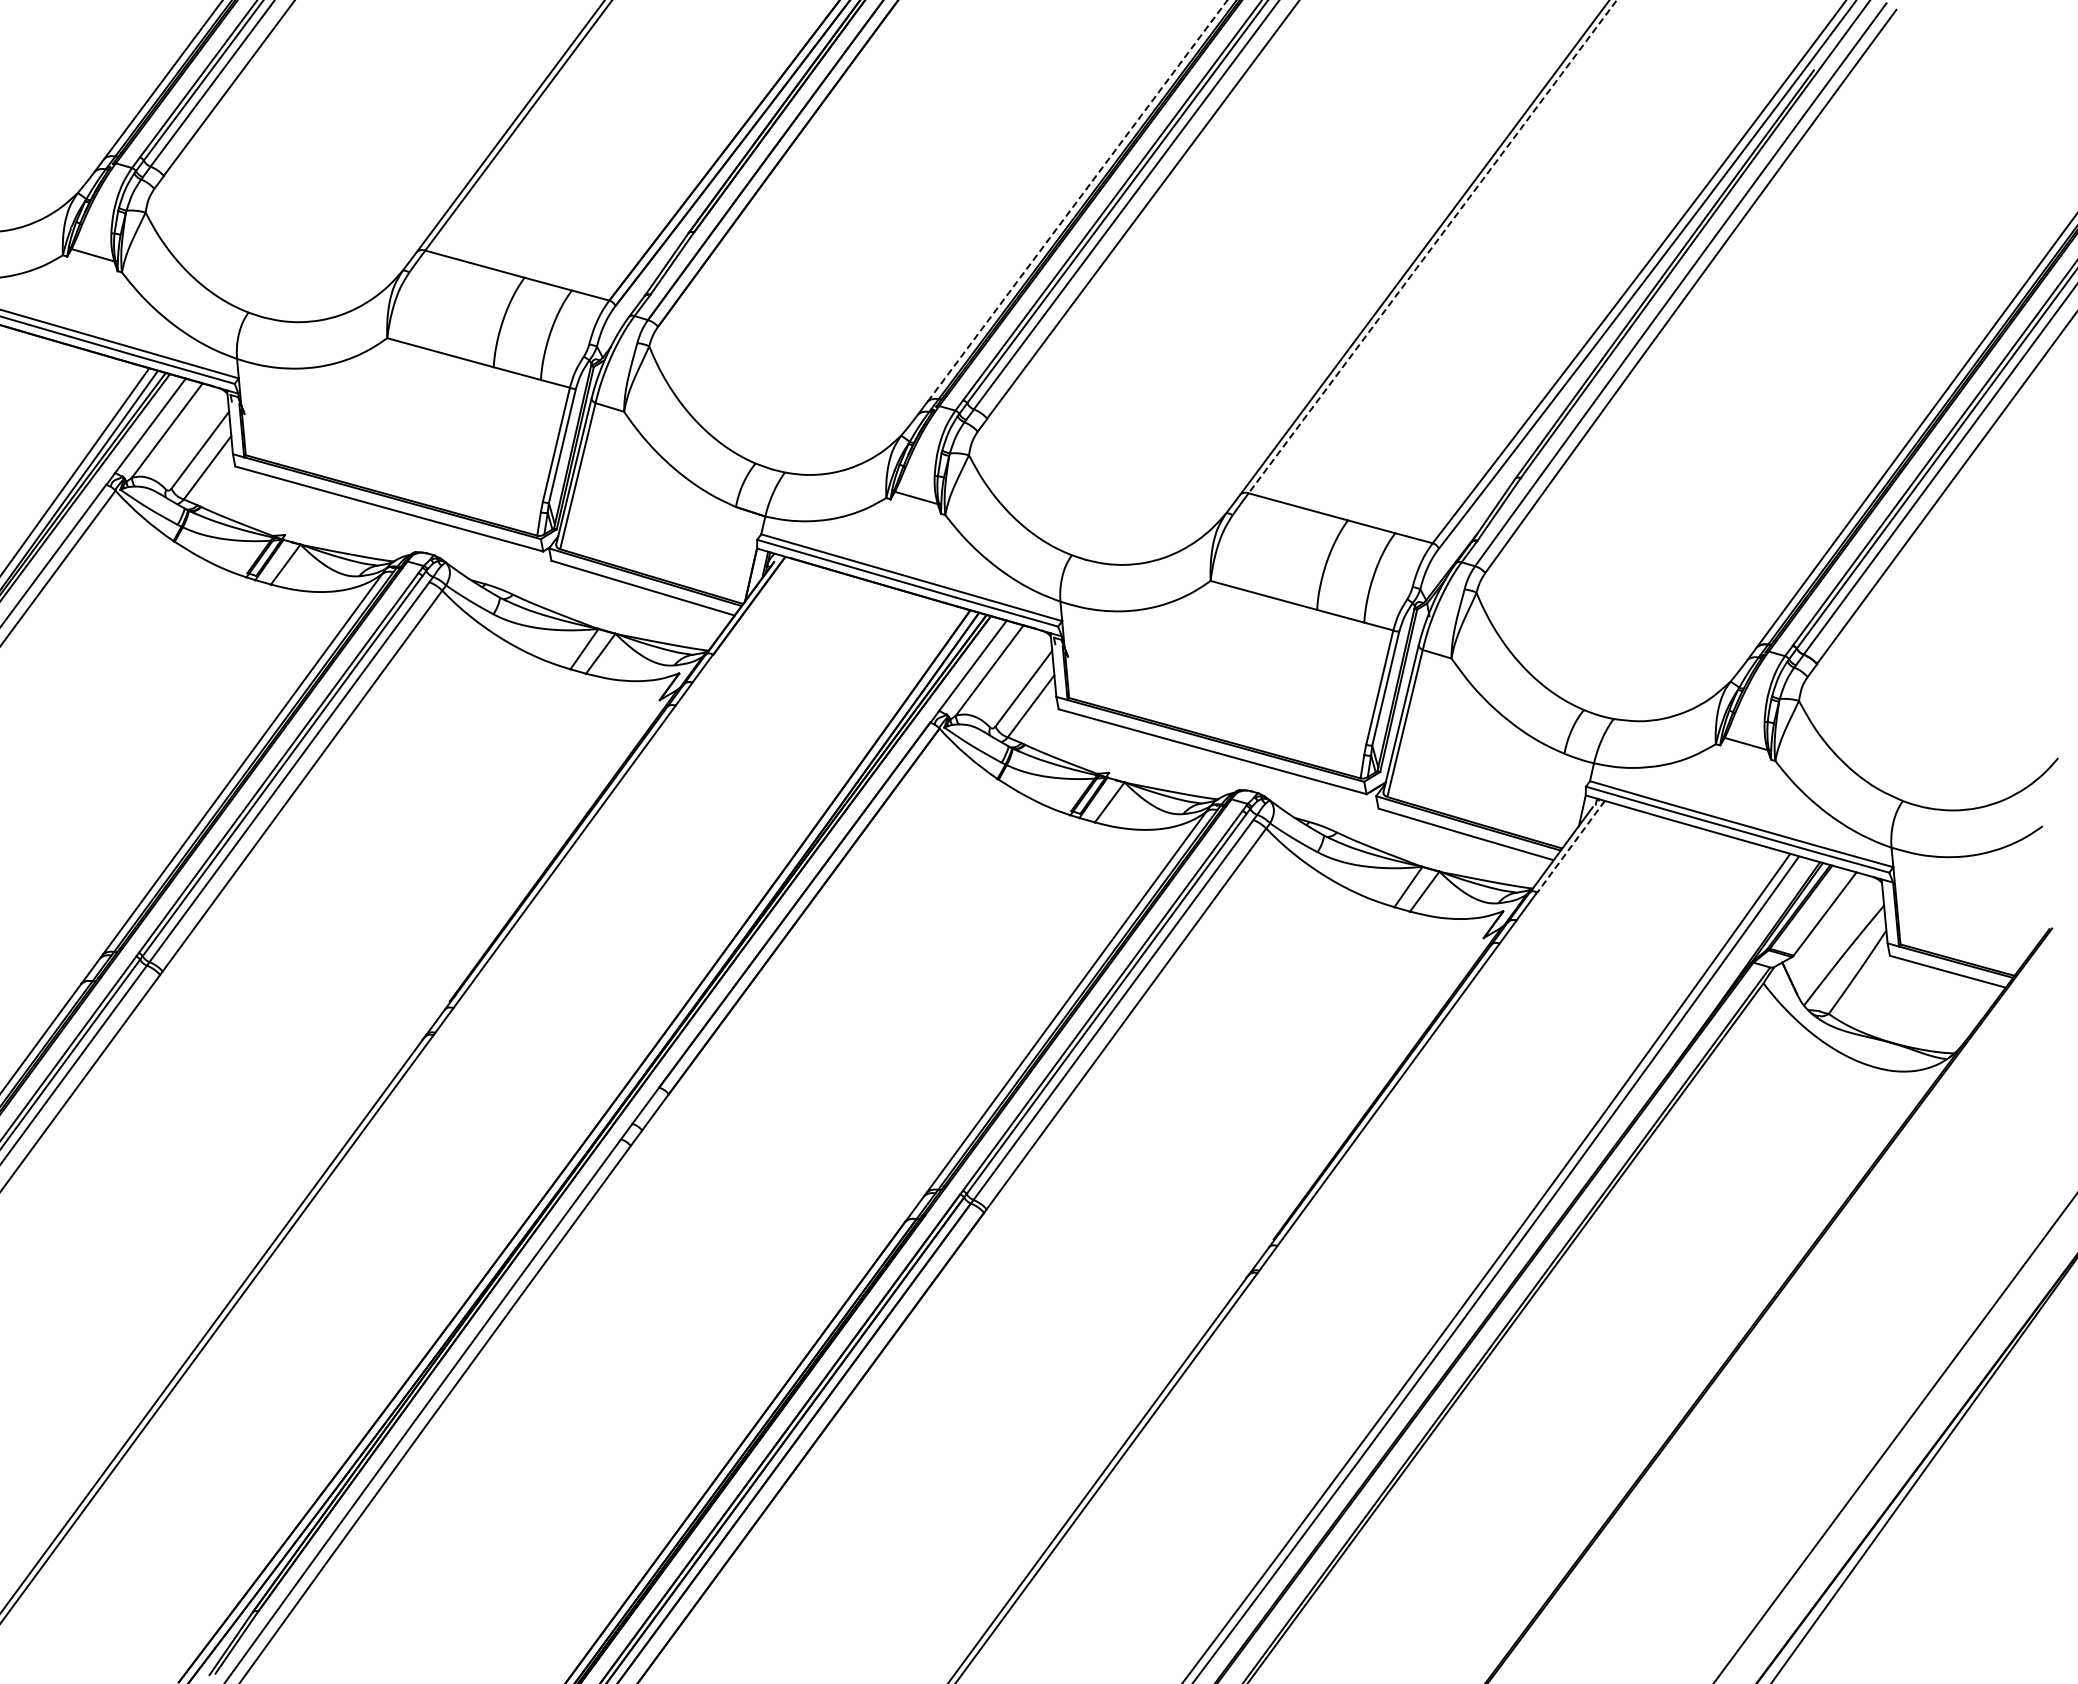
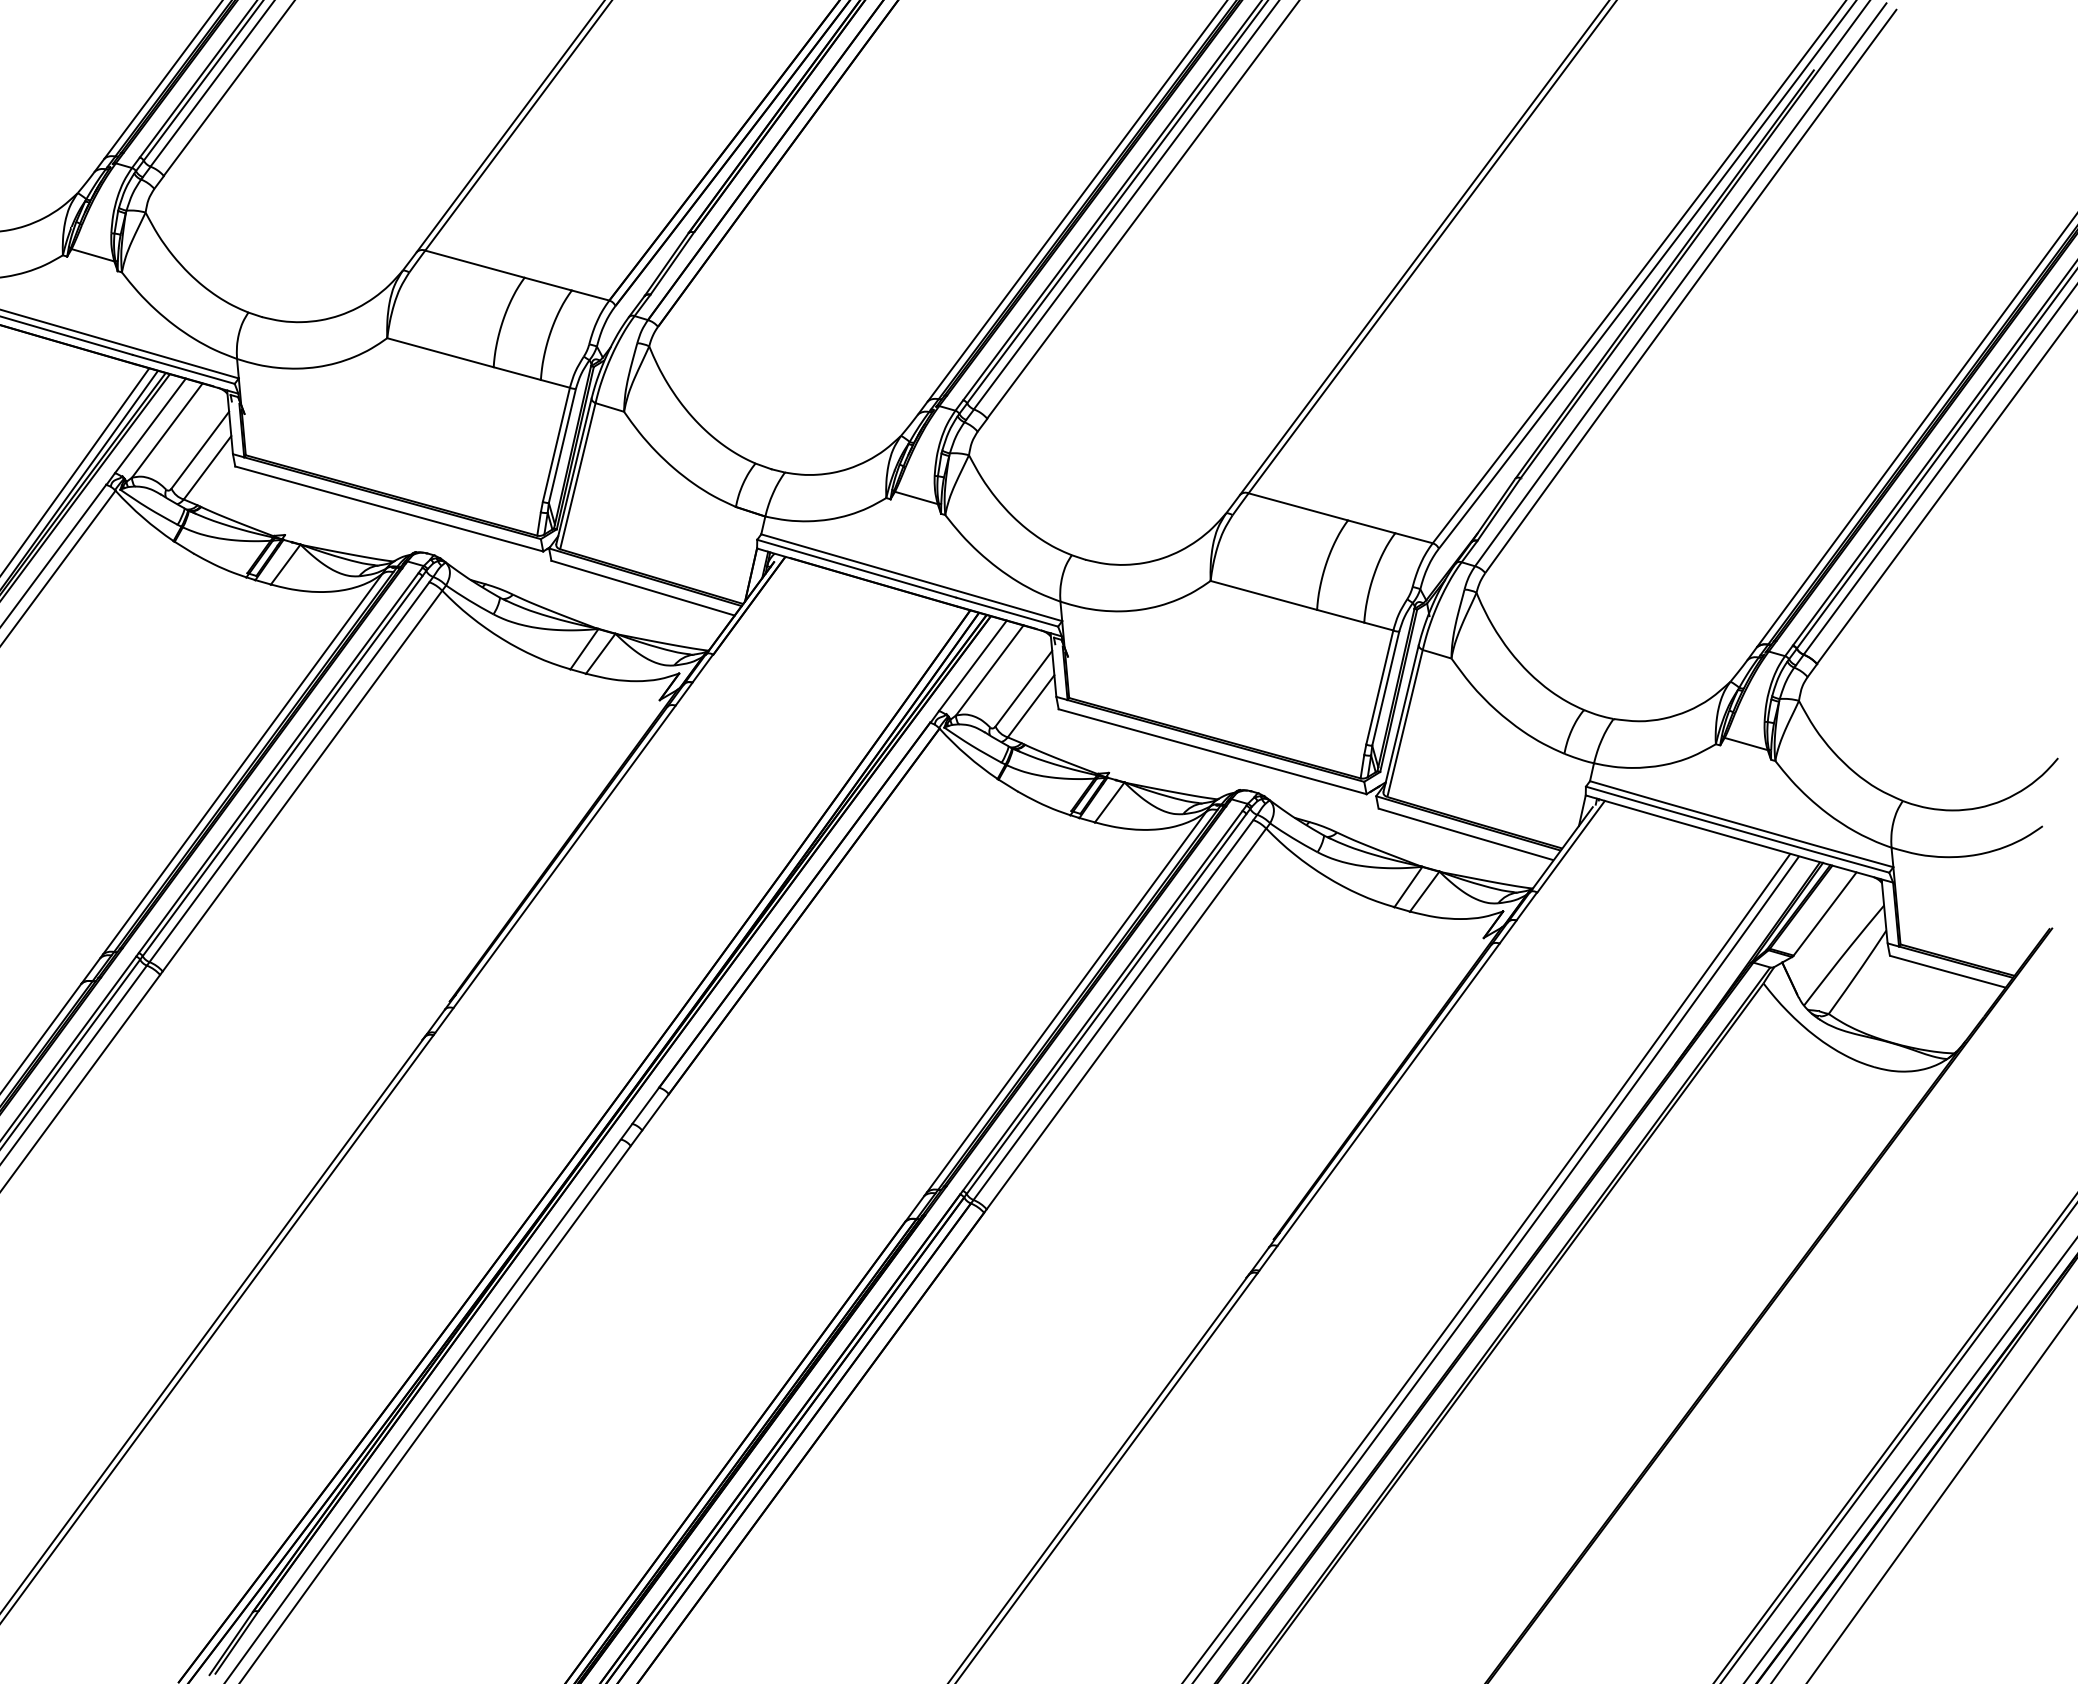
line at (1077, 200): dashed -> solid
line at (1432, 246): dashed -> solid
line at (1571, 846): dashed -> solid
line at (1898, 1443): none -> present
line at (1909, 1460): none -> present
line at (1941, 1495): none -> present
